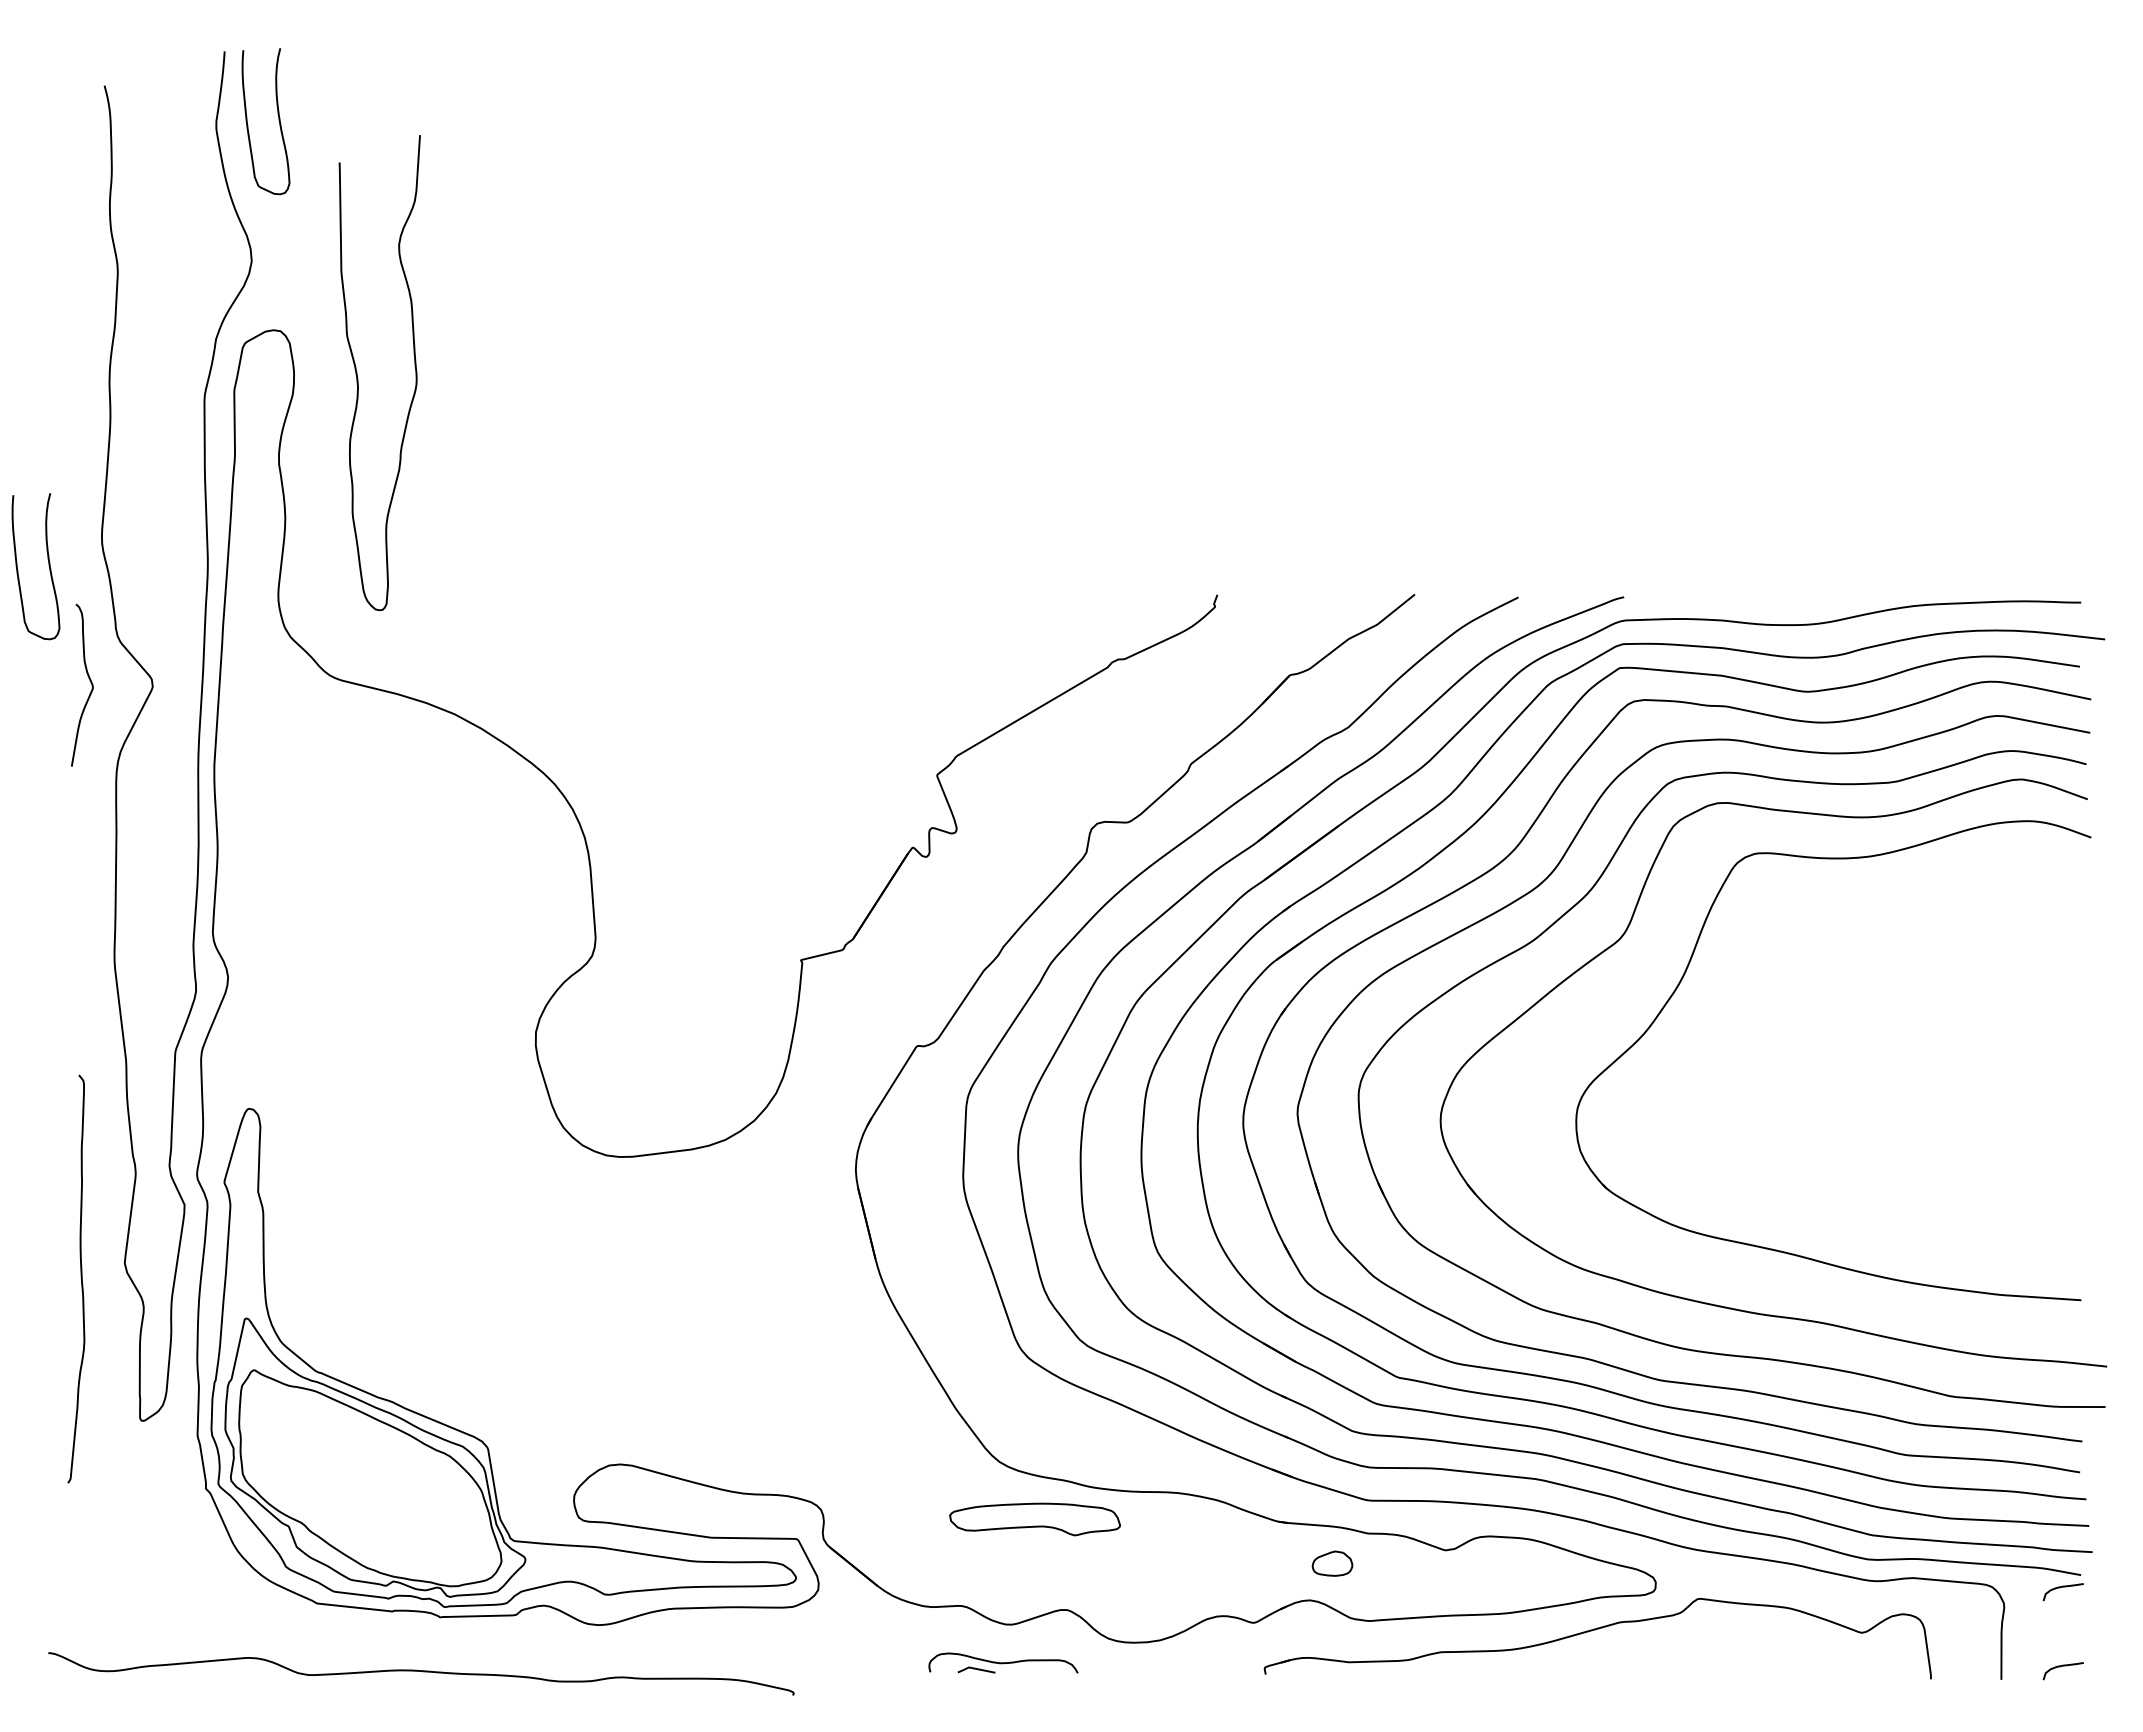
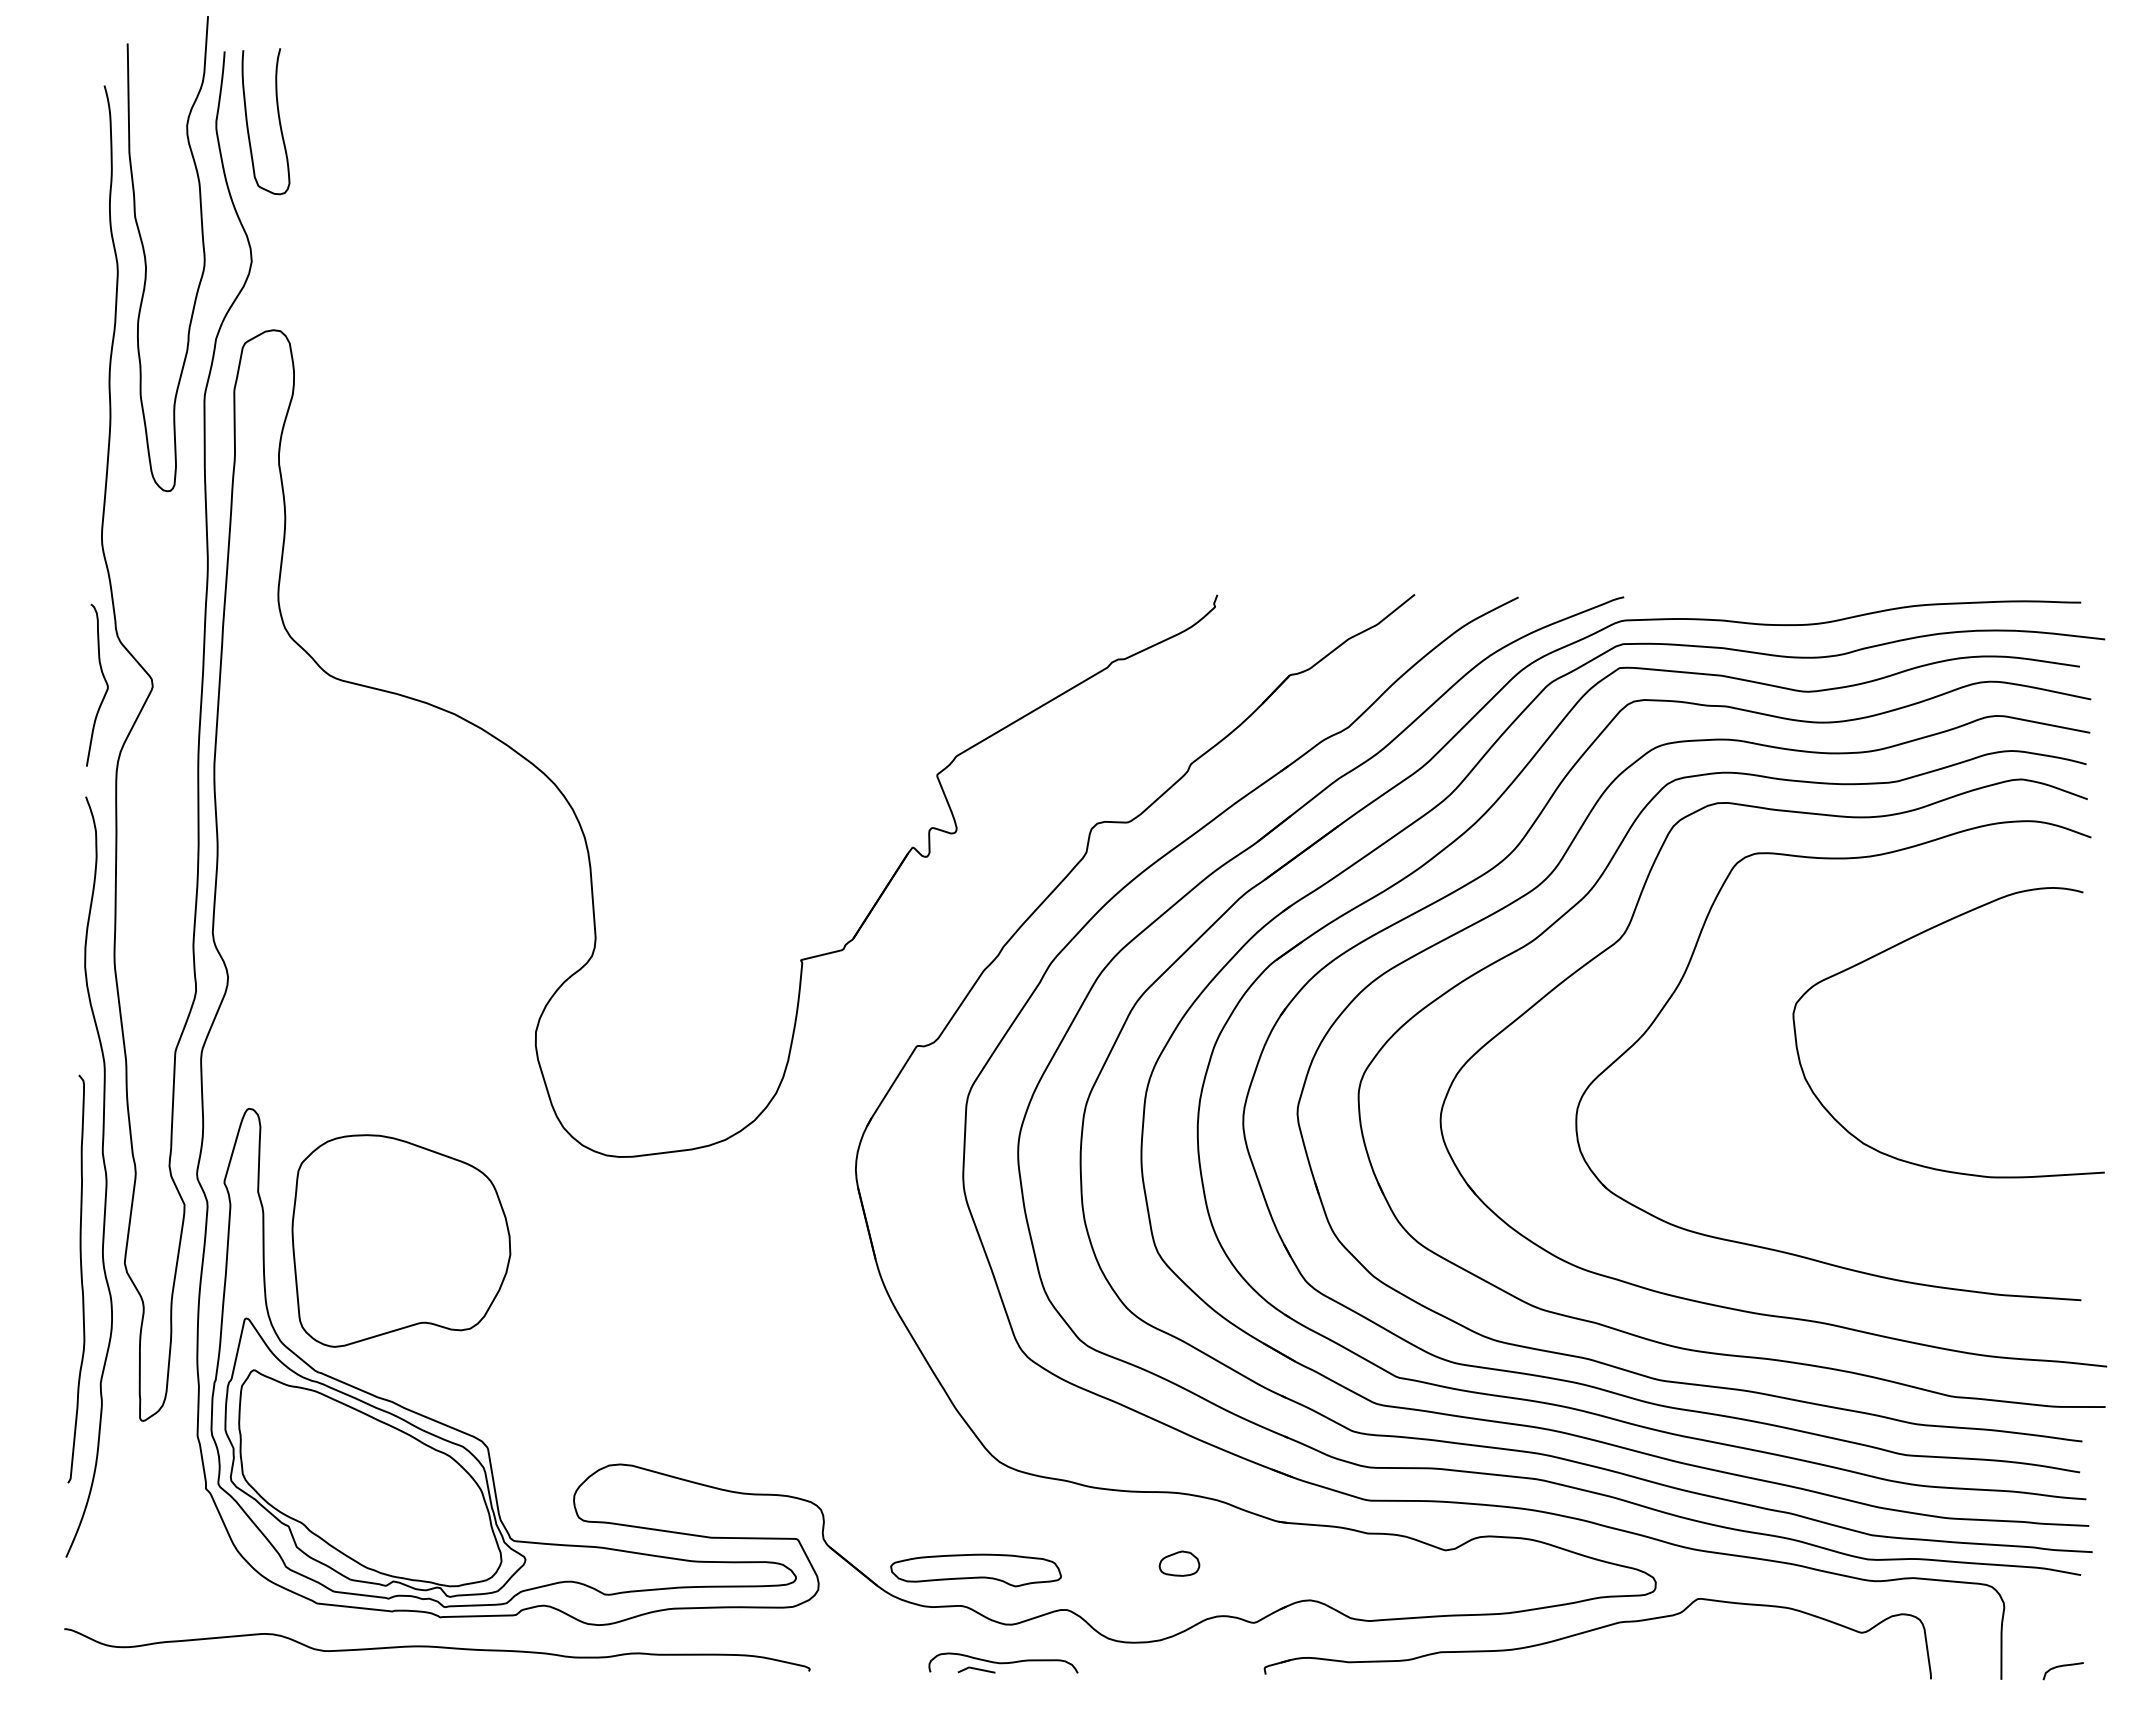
curve at (358, 378) position: (358, 378) -> (146, 259)
curve at (48, 565): present -> none
curve at (89, 680) position: (89, 680) -> (104, 680)
curve at (1904, 942): none -> present
part at (104, 1171): none -> present
part at (401, 1240): none -> present
part at (1034, 1519) position: (1034, 1519) -> (975, 1570)
part at (1332, 1563) position: (1332, 1563) -> (1179, 1563)
curve at (2060, 1588): present -> none
curve at (422, 1672) position: (422, 1672) -> (438, 1648)
